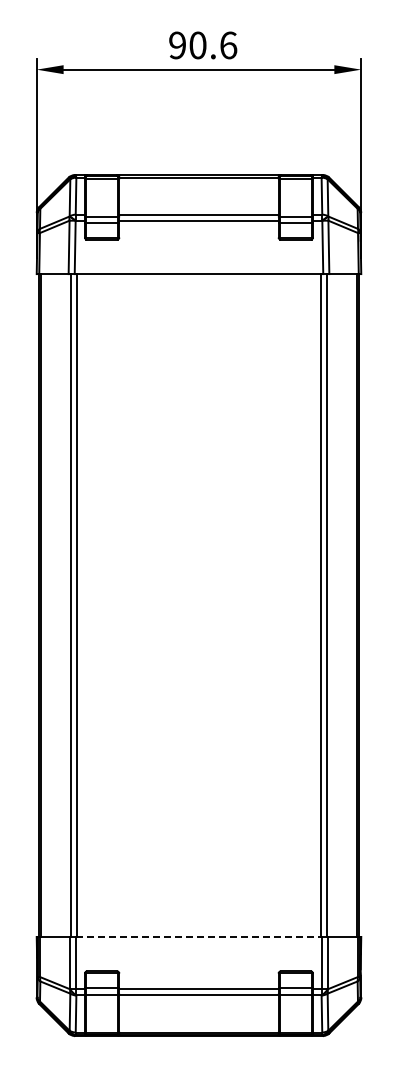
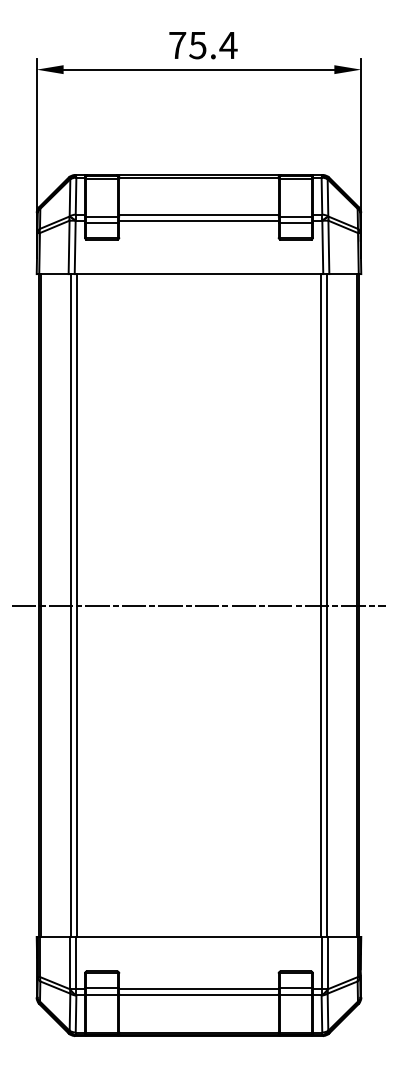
text at (203, 45): 90.6 -> 75.4
line at (198, 605): none -> present
line at (198, 936): dashed -> solid
